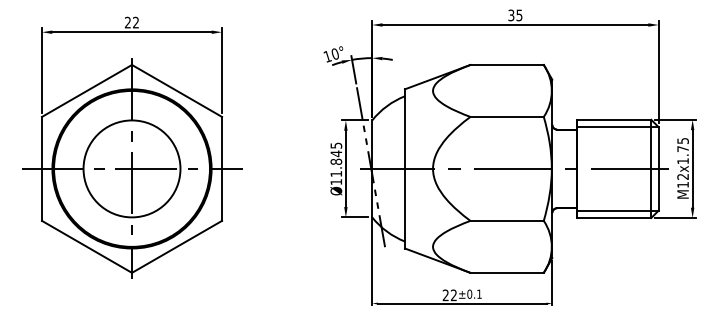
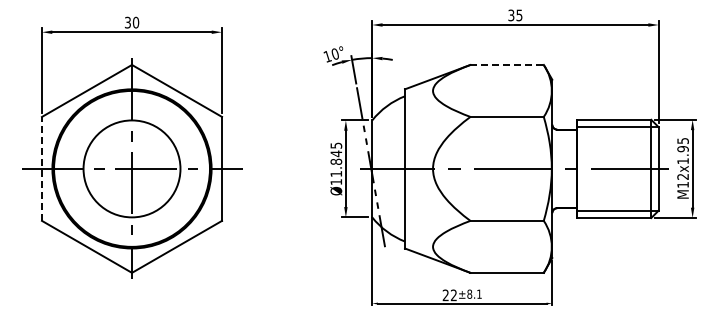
text at (132, 22): 22 -> 30
line at (507, 64): solid -> dashed
text at (682, 149): M12x1.75 -> M12x1.95
line at (41, 168): solid -> dashed
text at (469, 294): ±0.1 -> ±8.1
